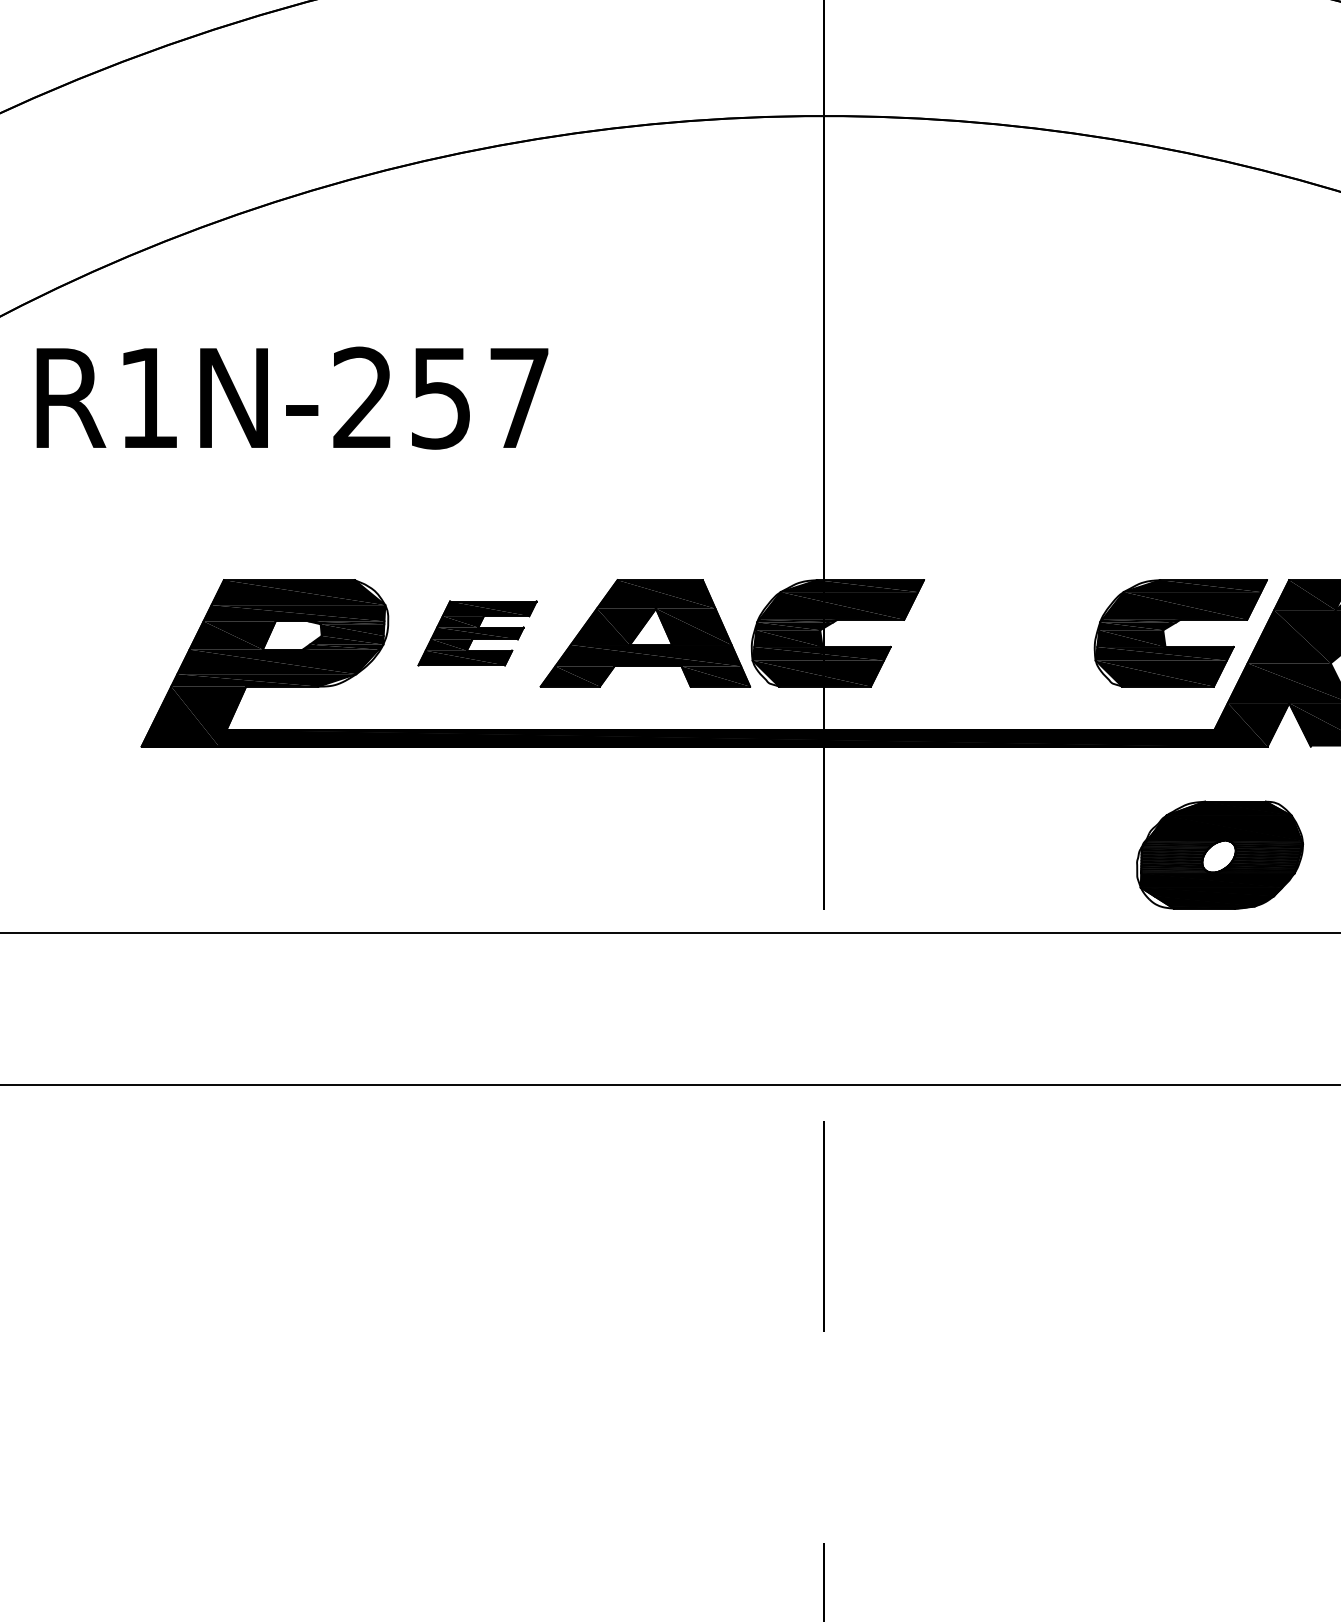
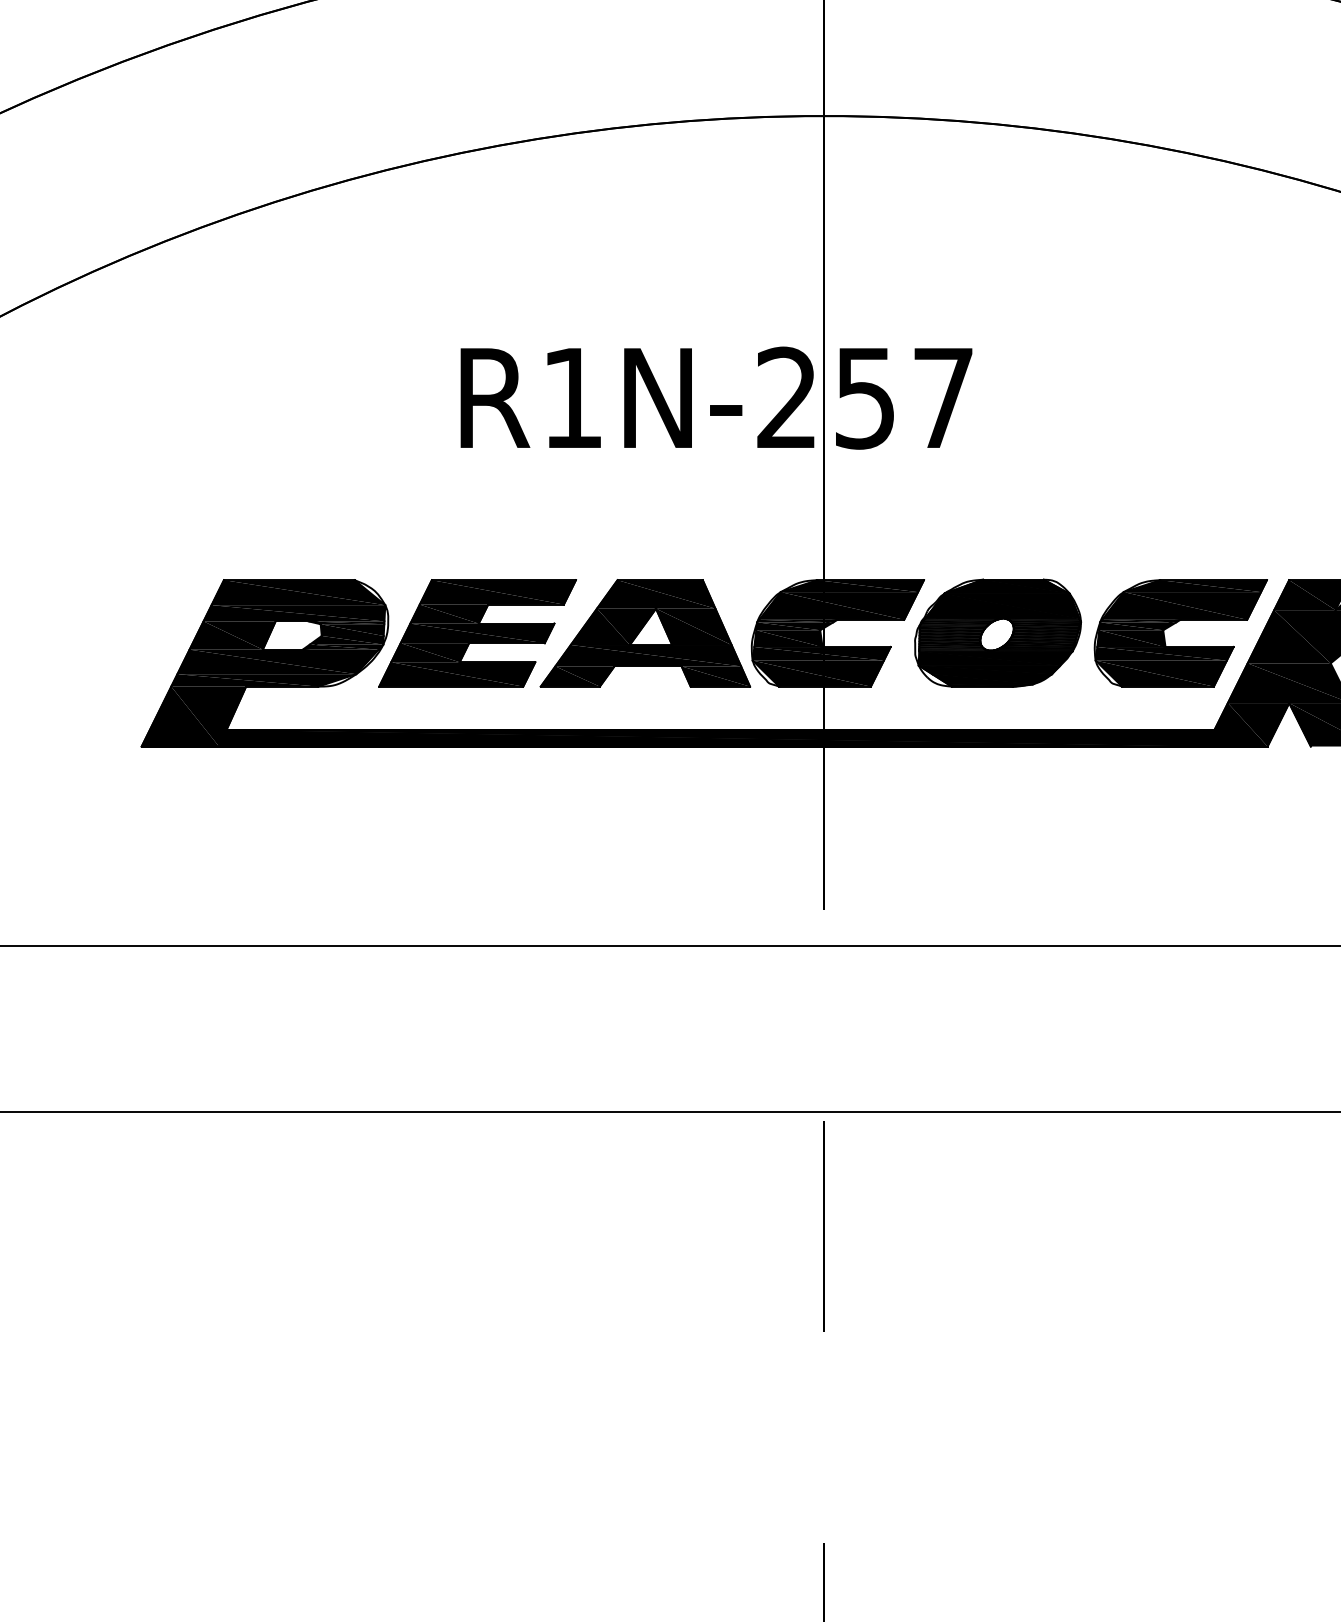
text at (292, 397) position: (292, 397) -> (716, 397)
part at (477, 633) size: 121x67 px -> 199x109 px
part at (1219, 854) position: (1219, 854) -> (997, 632)
line at (669, 932) position: (669, 932) -> (669, 945)
line at (669, 1084) position: (669, 1084) -> (669, 1111)
